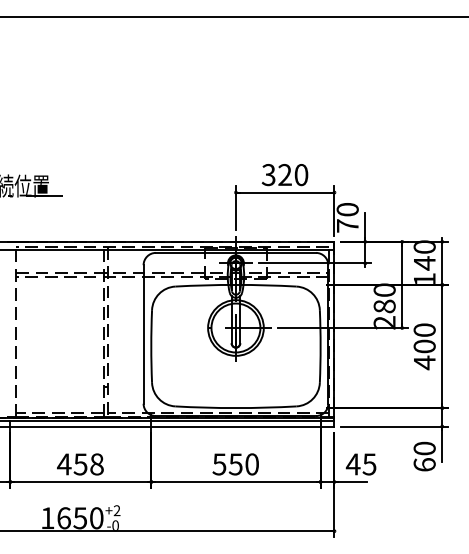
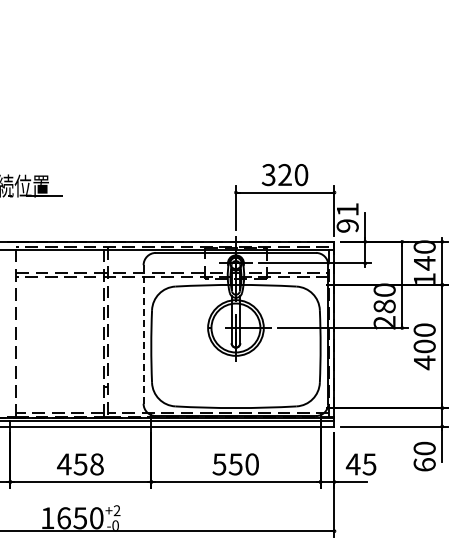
line at (233, 16): present -> none
text at (347, 217): 70 -> 91
line at (143, 334): solid -> dashed
